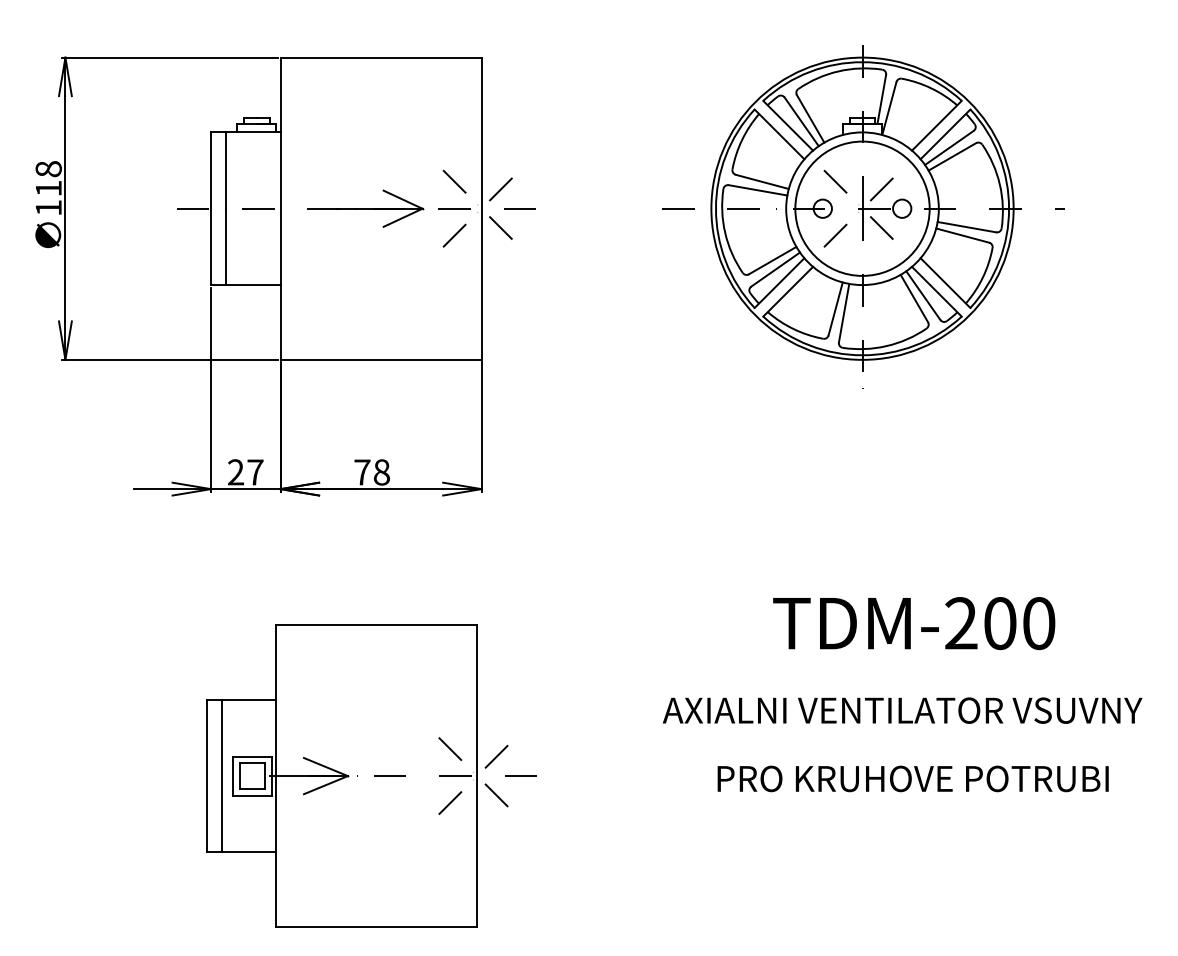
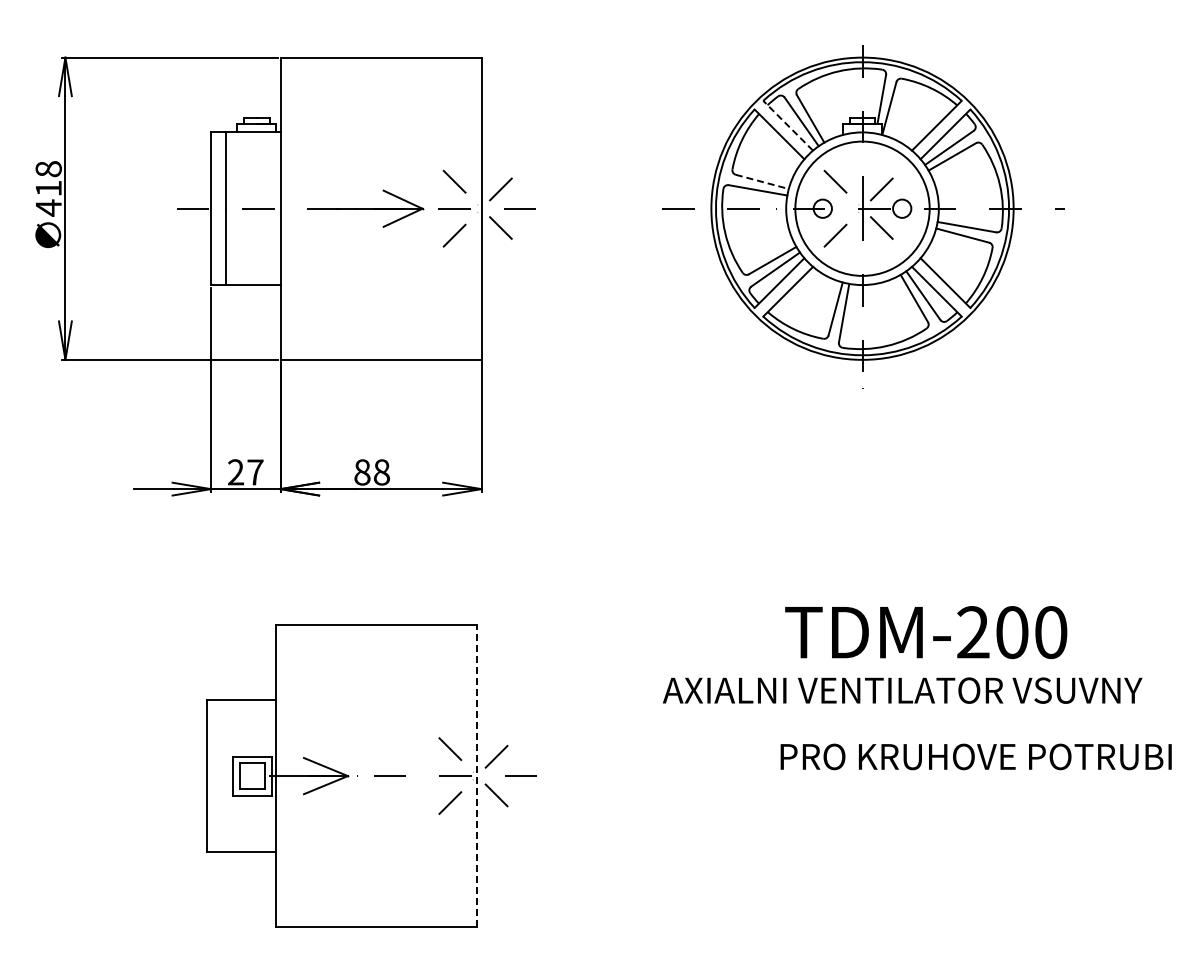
line at (787, 125): solid -> dashed
line at (762, 182): solid -> dashed
text at (48, 207): 118 -> 418
text at (362, 472): 78 -> 88
text at (914, 623) position: (914, 623) -> (926, 632)
text at (902, 710) position: (902, 710) -> (902, 690)
line at (221, 775): present -> none
line at (477, 775): solid -> dashed
text at (912, 778) position: (912, 778) -> (975, 756)
